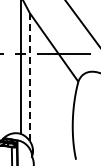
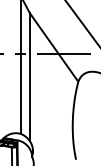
line at (29, 77): dashed -> solid
